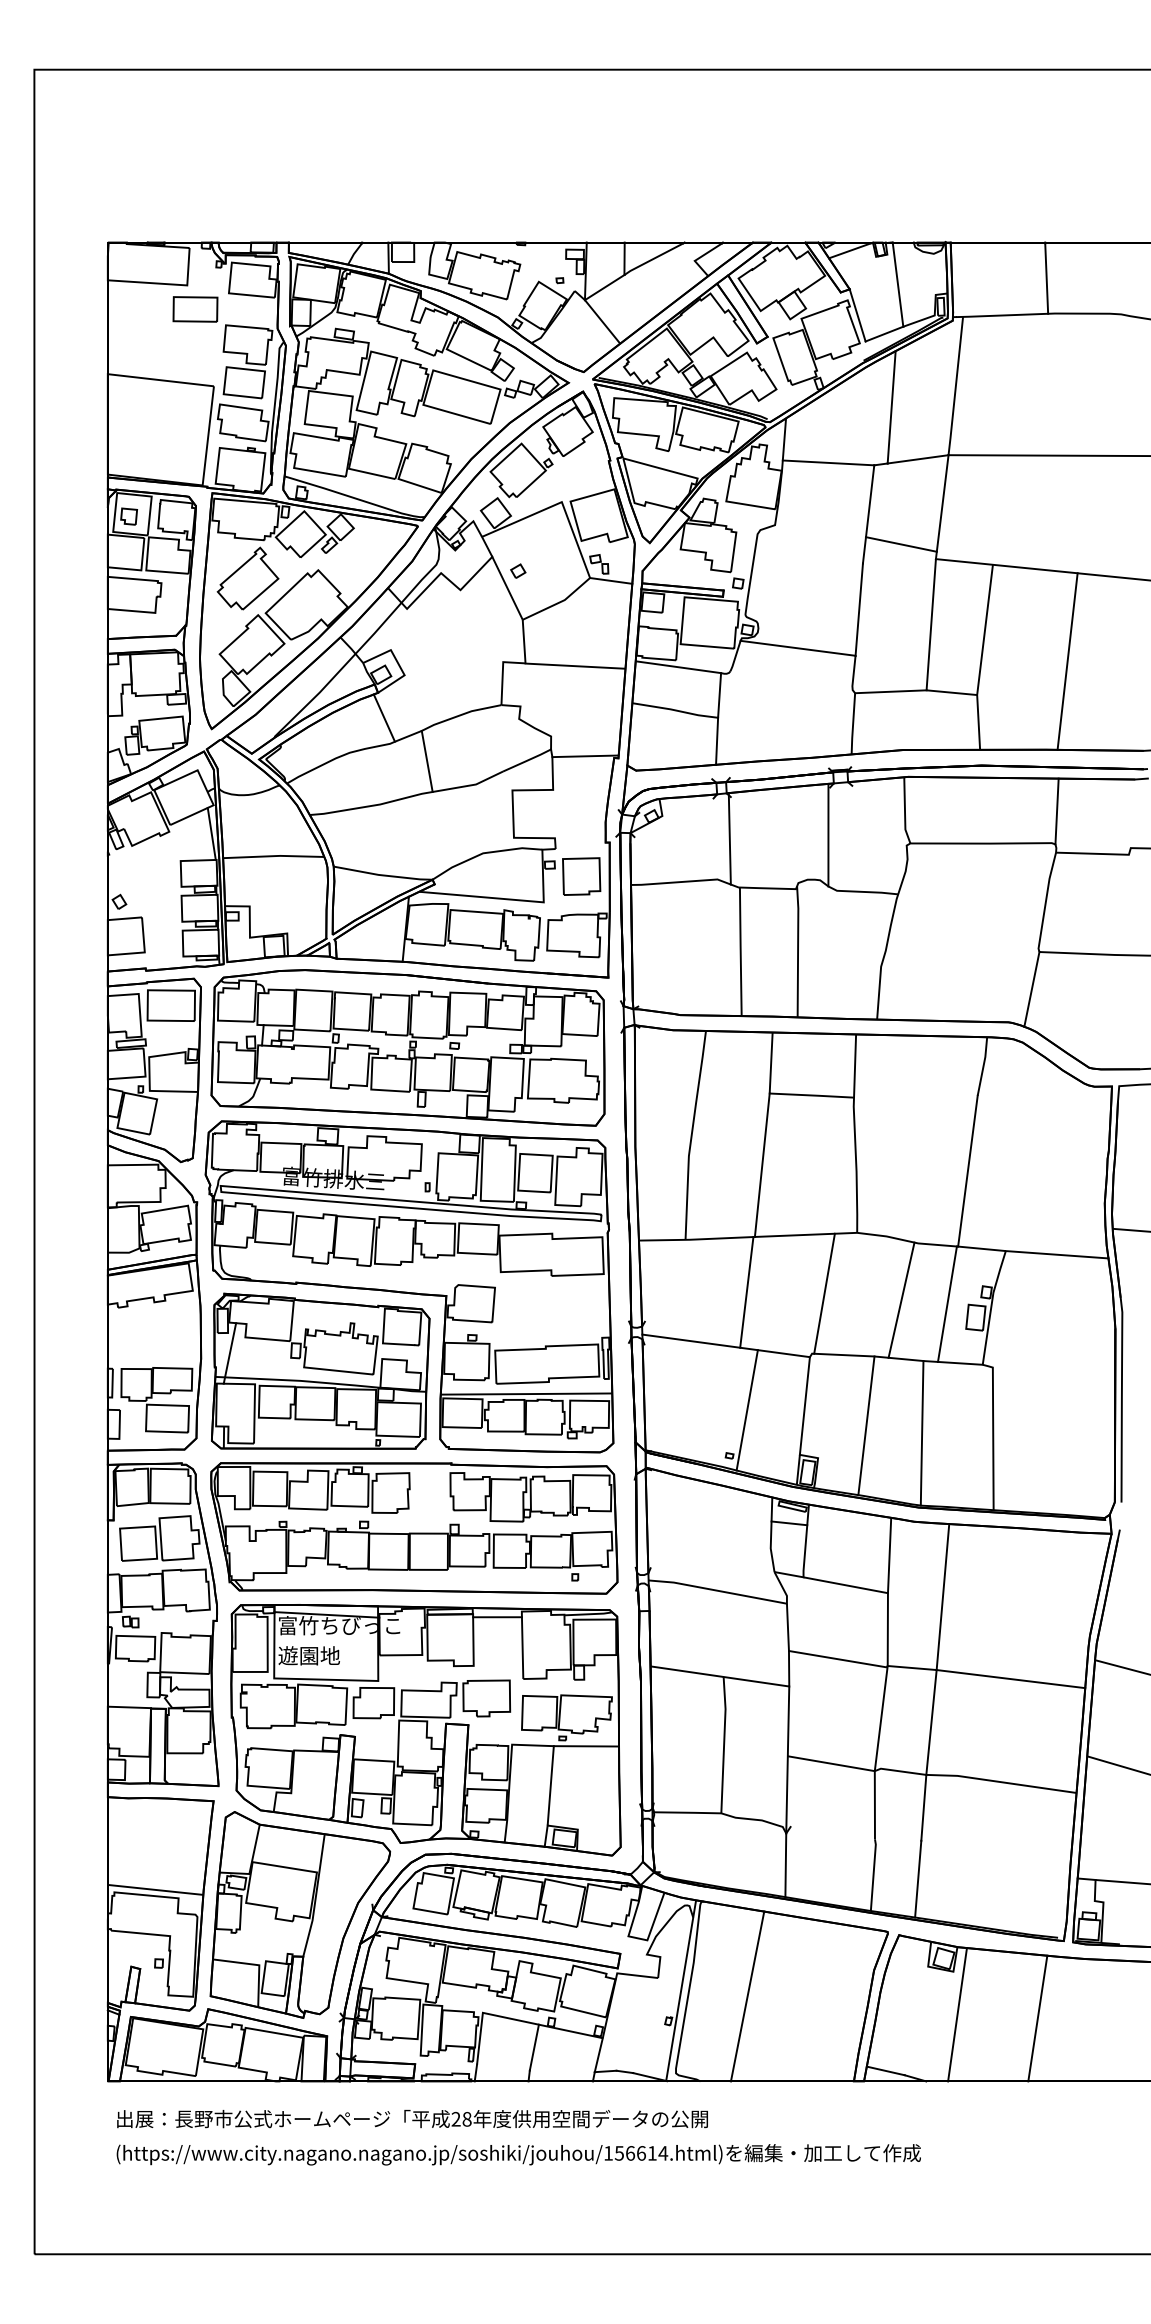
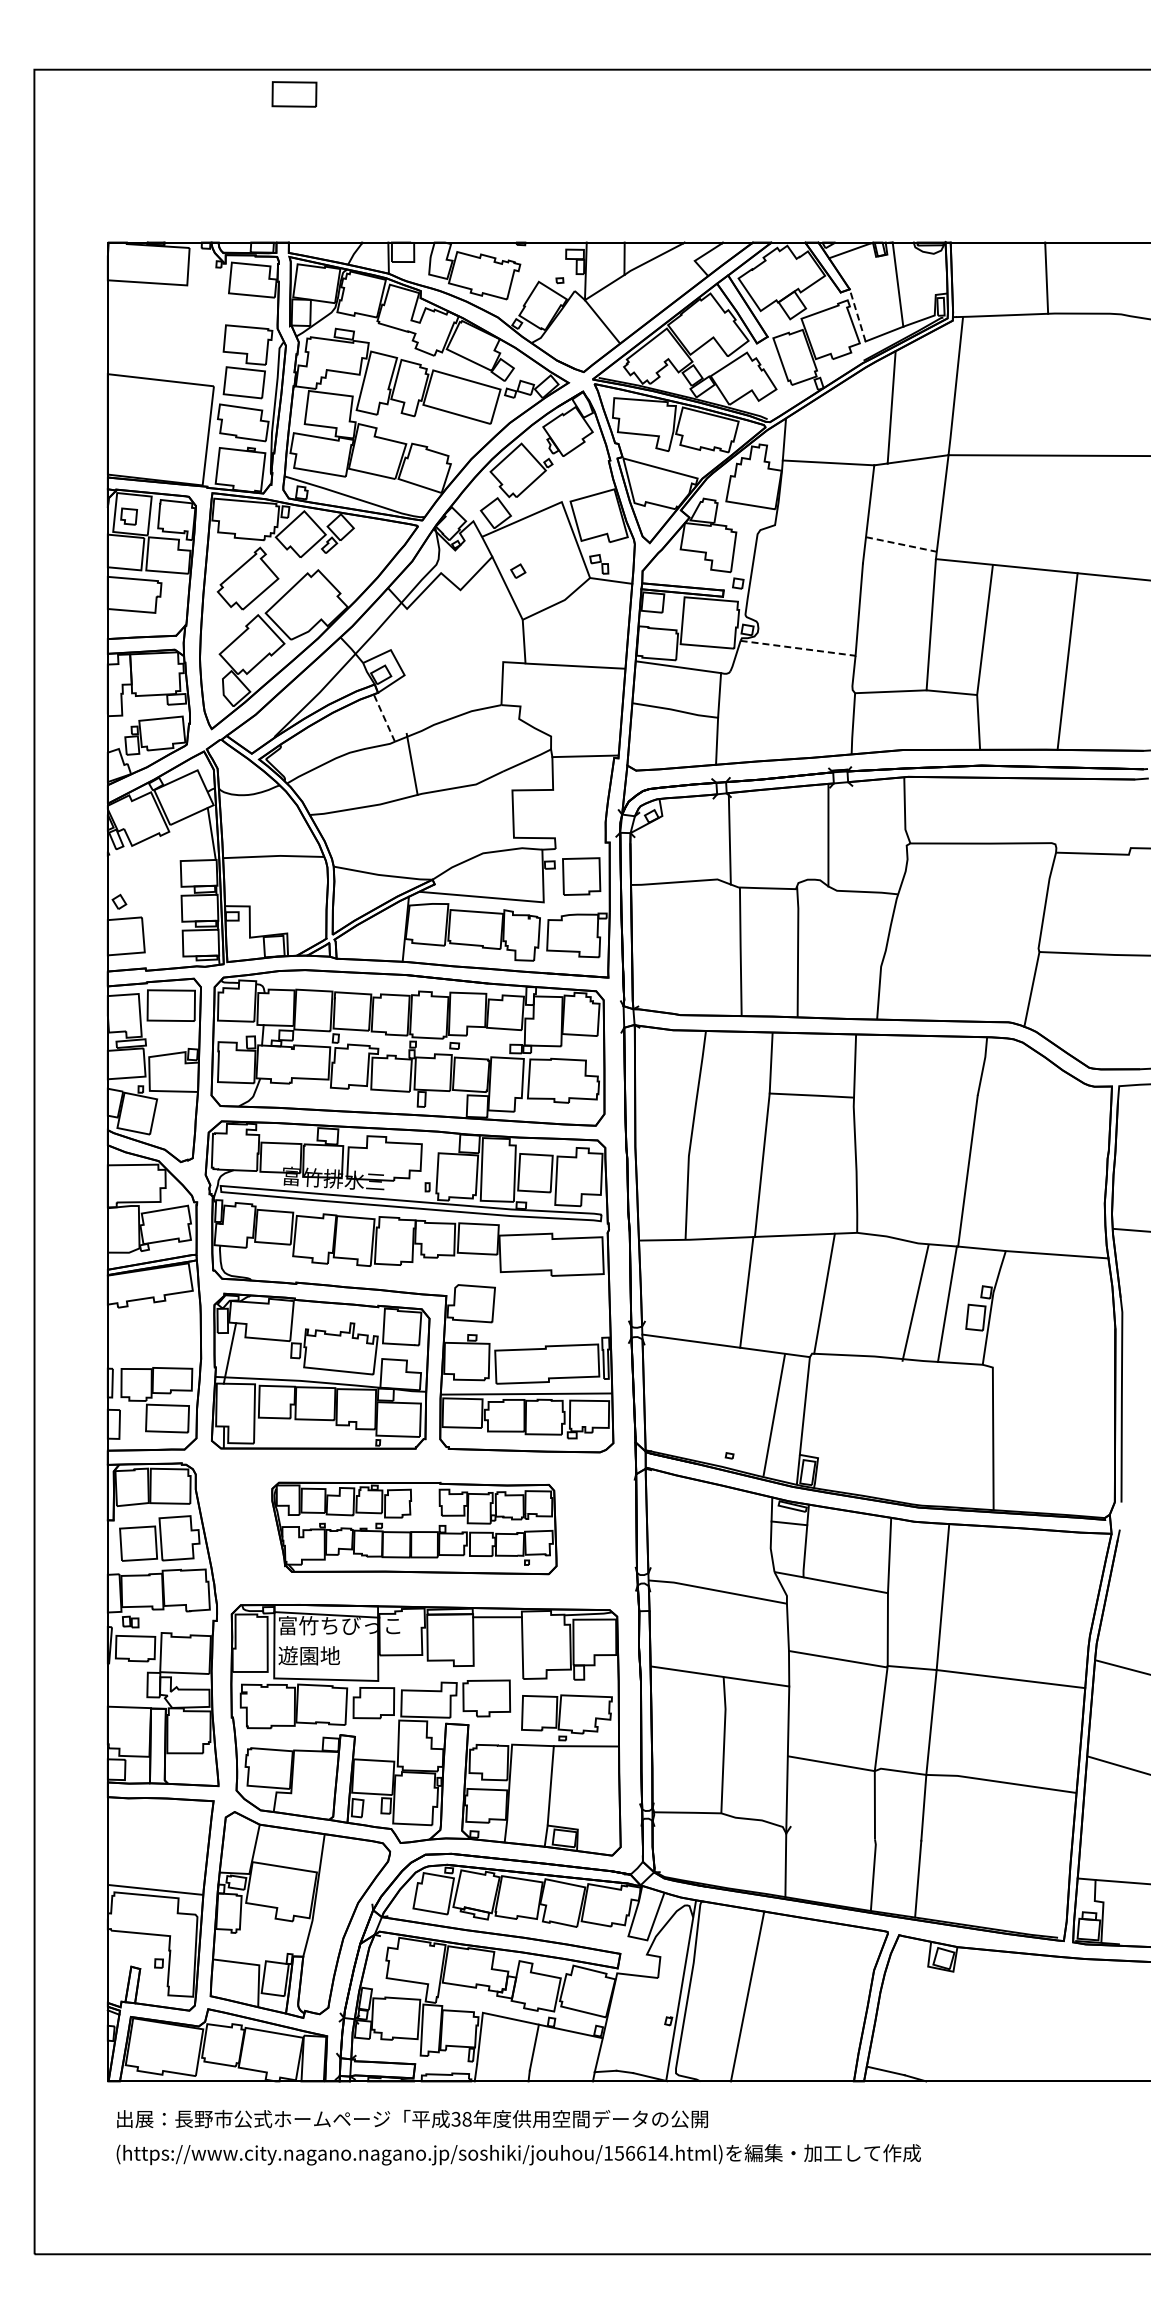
part at (195, 309) position: (195, 309) -> (294, 94)
line at (857, 314): solid -> dashed
line at (901, 544): solid -> dashed
line at (798, 648): solid -> dashed
line at (384, 718): solid -> dashed
line at (426, 760) position: (426, 760) -> (411, 763)
line at (1056, 811): present -> none
line at (901, 1299) position: (901, 1299) -> (915, 1302)
line at (746, 1410) position: (746, 1410) -> (773, 1415)
line at (866, 1425): present -> none
line at (921, 1433): present -> none
part at (414, 1528) size: 409x133 px -> 287x95 px
line at (957, 2014): present -> none
line at (1037, 2018): present -> none
text at (455, 2119): 28 -> 38
